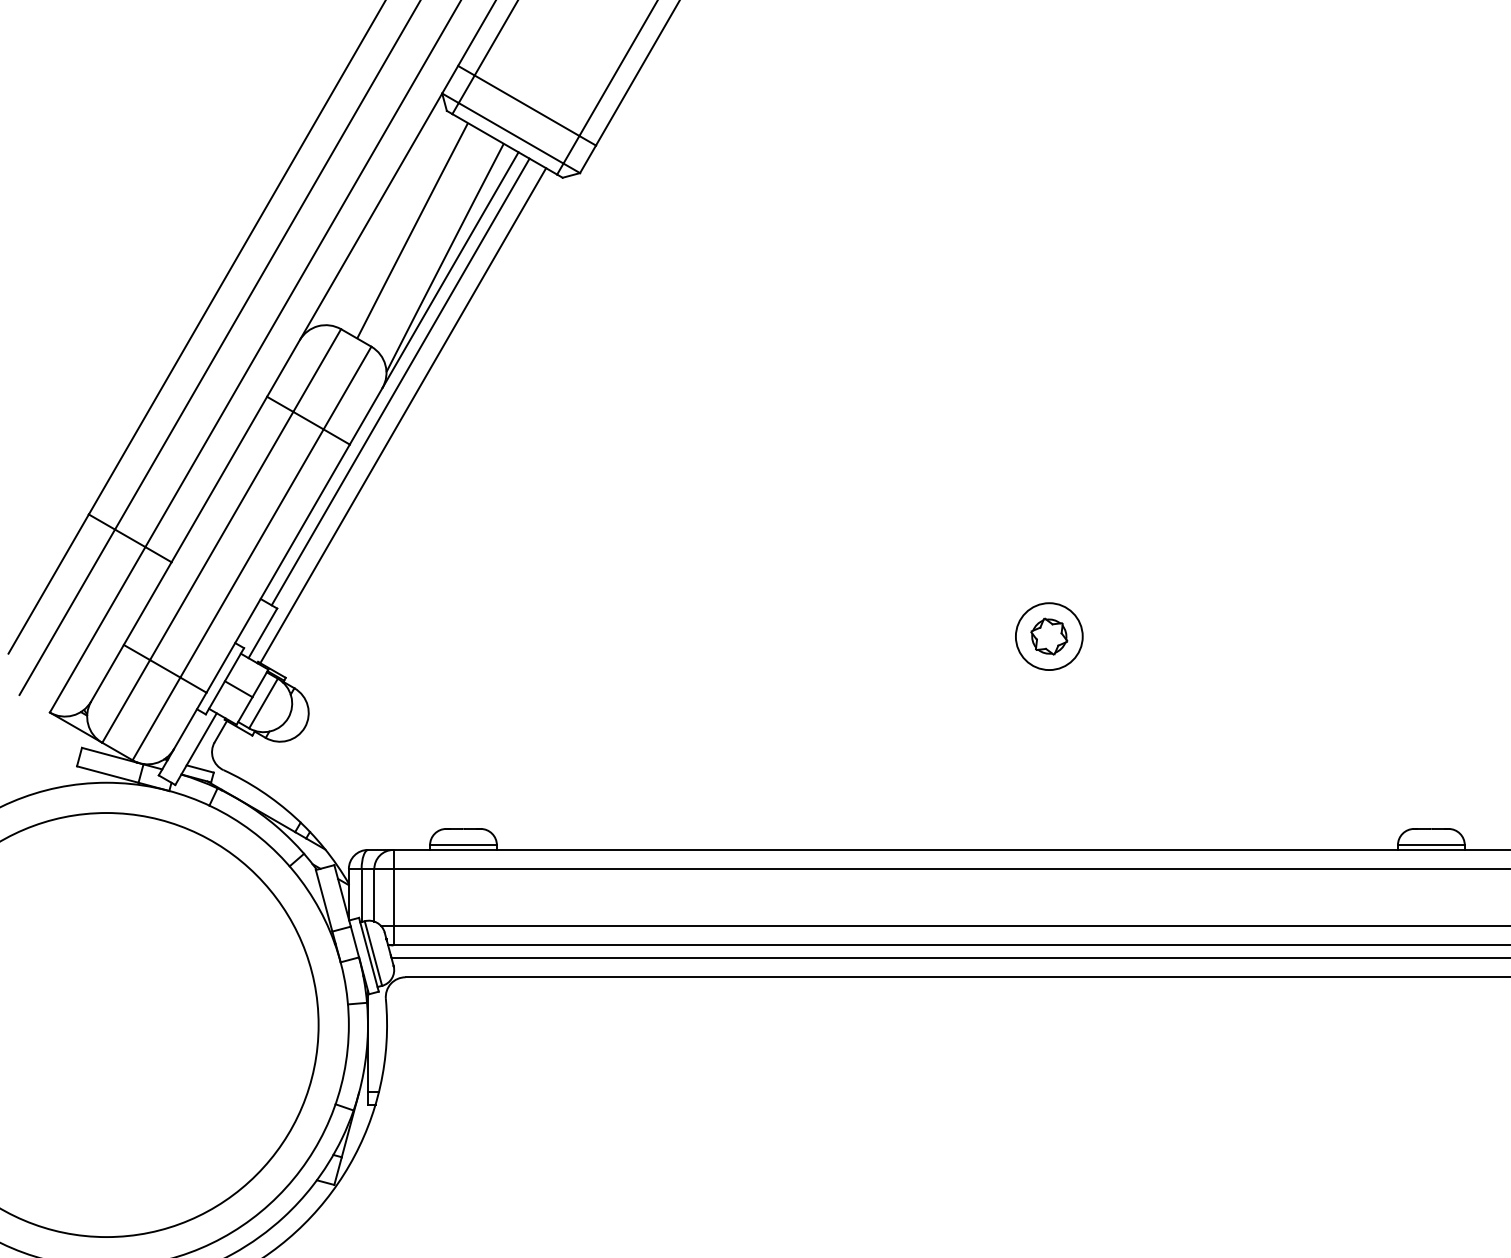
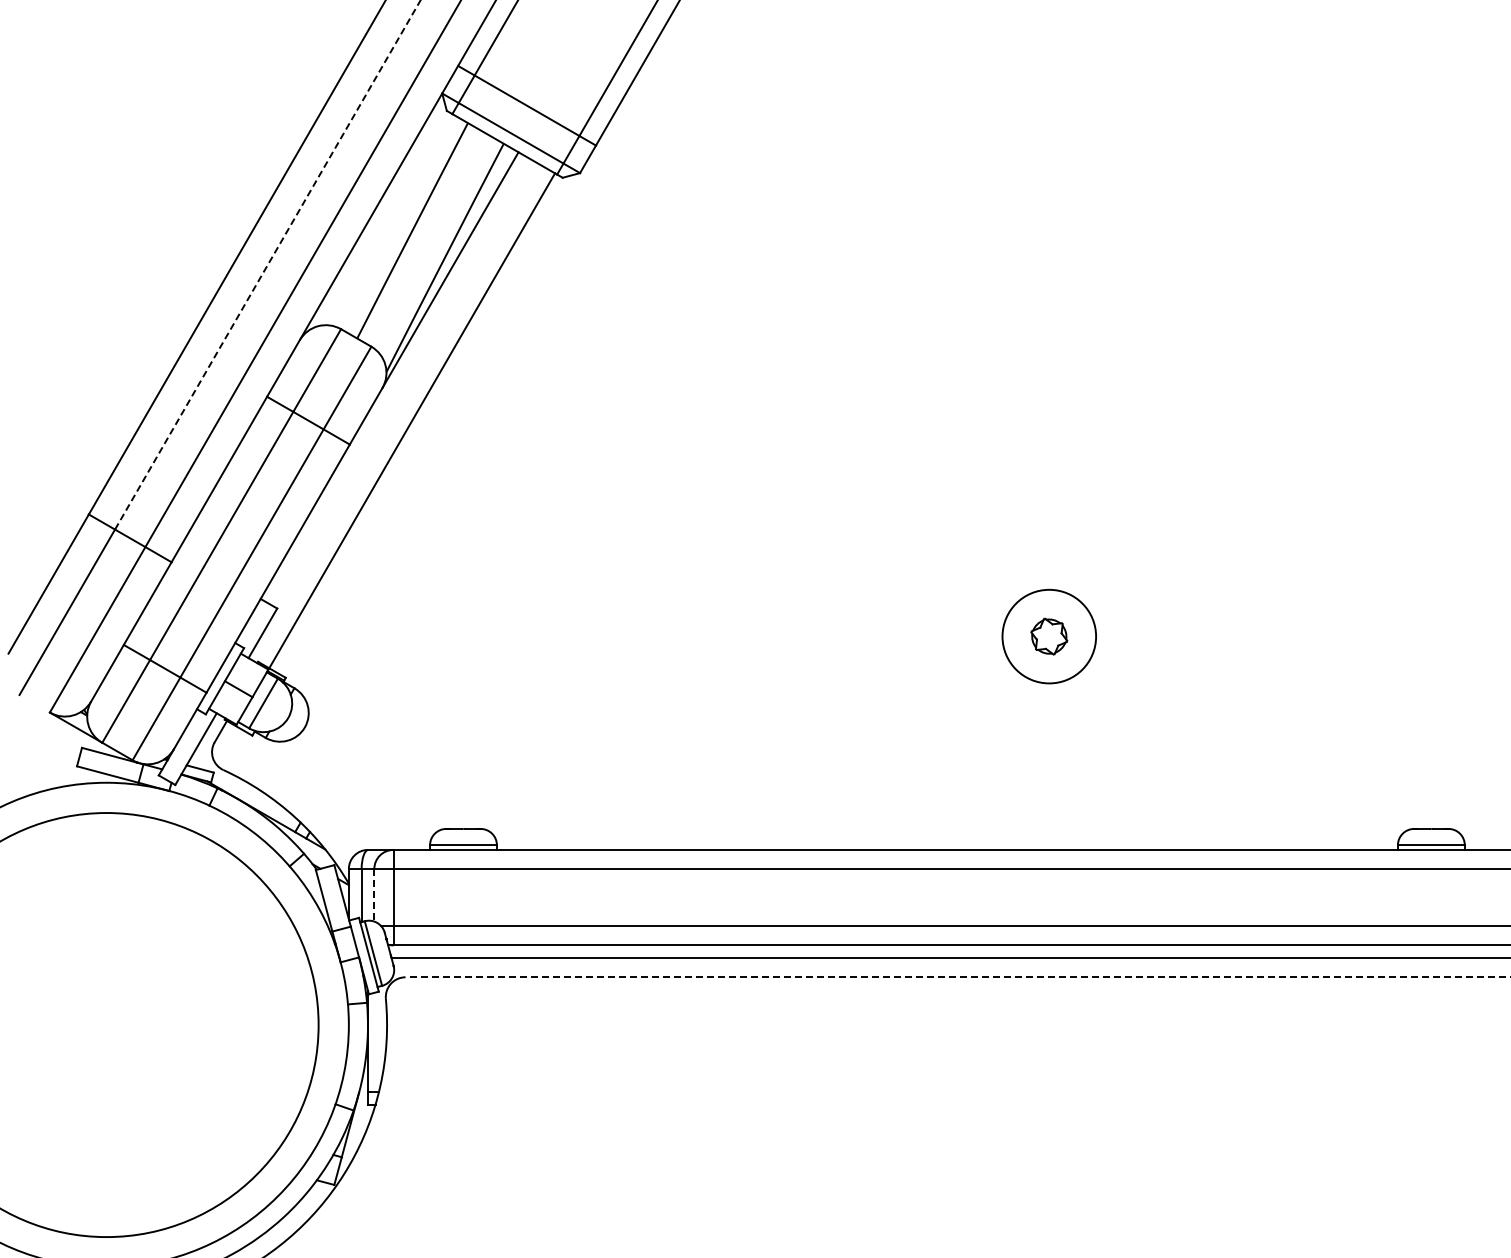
line at (268, 264): solid -> dashed
line at (400, 381): present -> none
line at (403, 415) position: (403, 415) -> (412, 420)
circle at (1048, 636) diameter: 67 px -> 94 px
line at (374, 895): solid -> dashed
line at (957, 977): solid -> dashed
